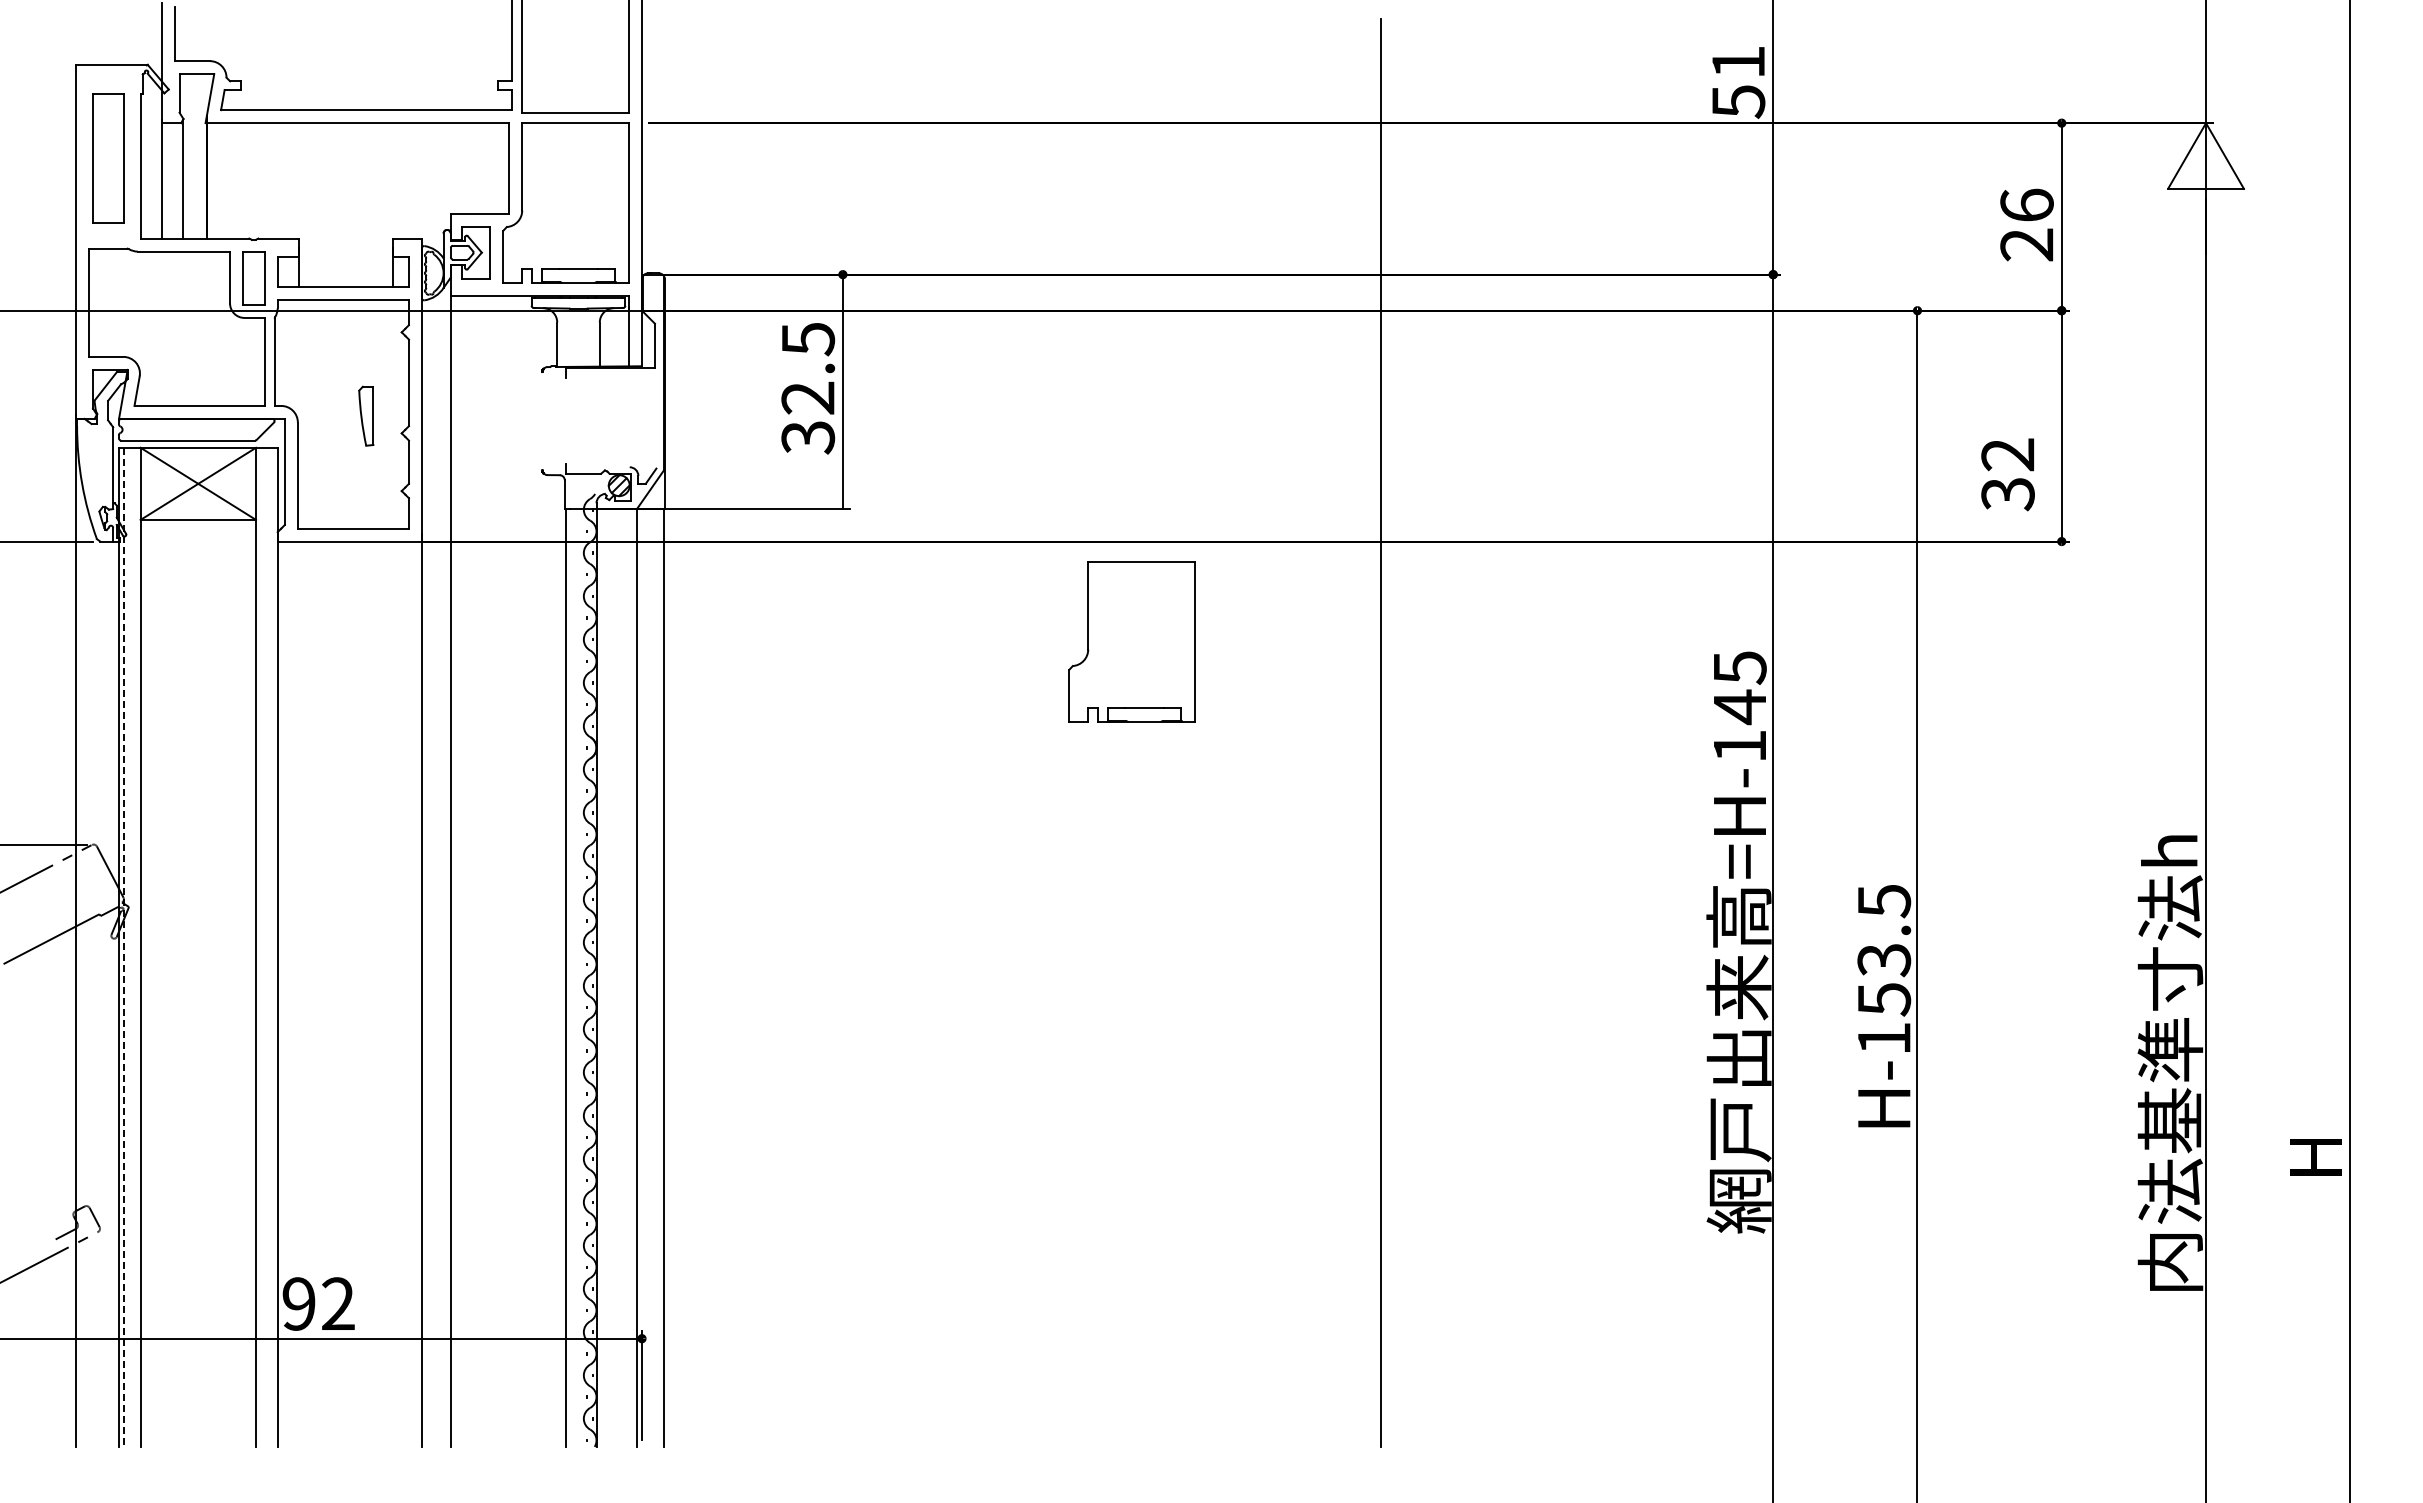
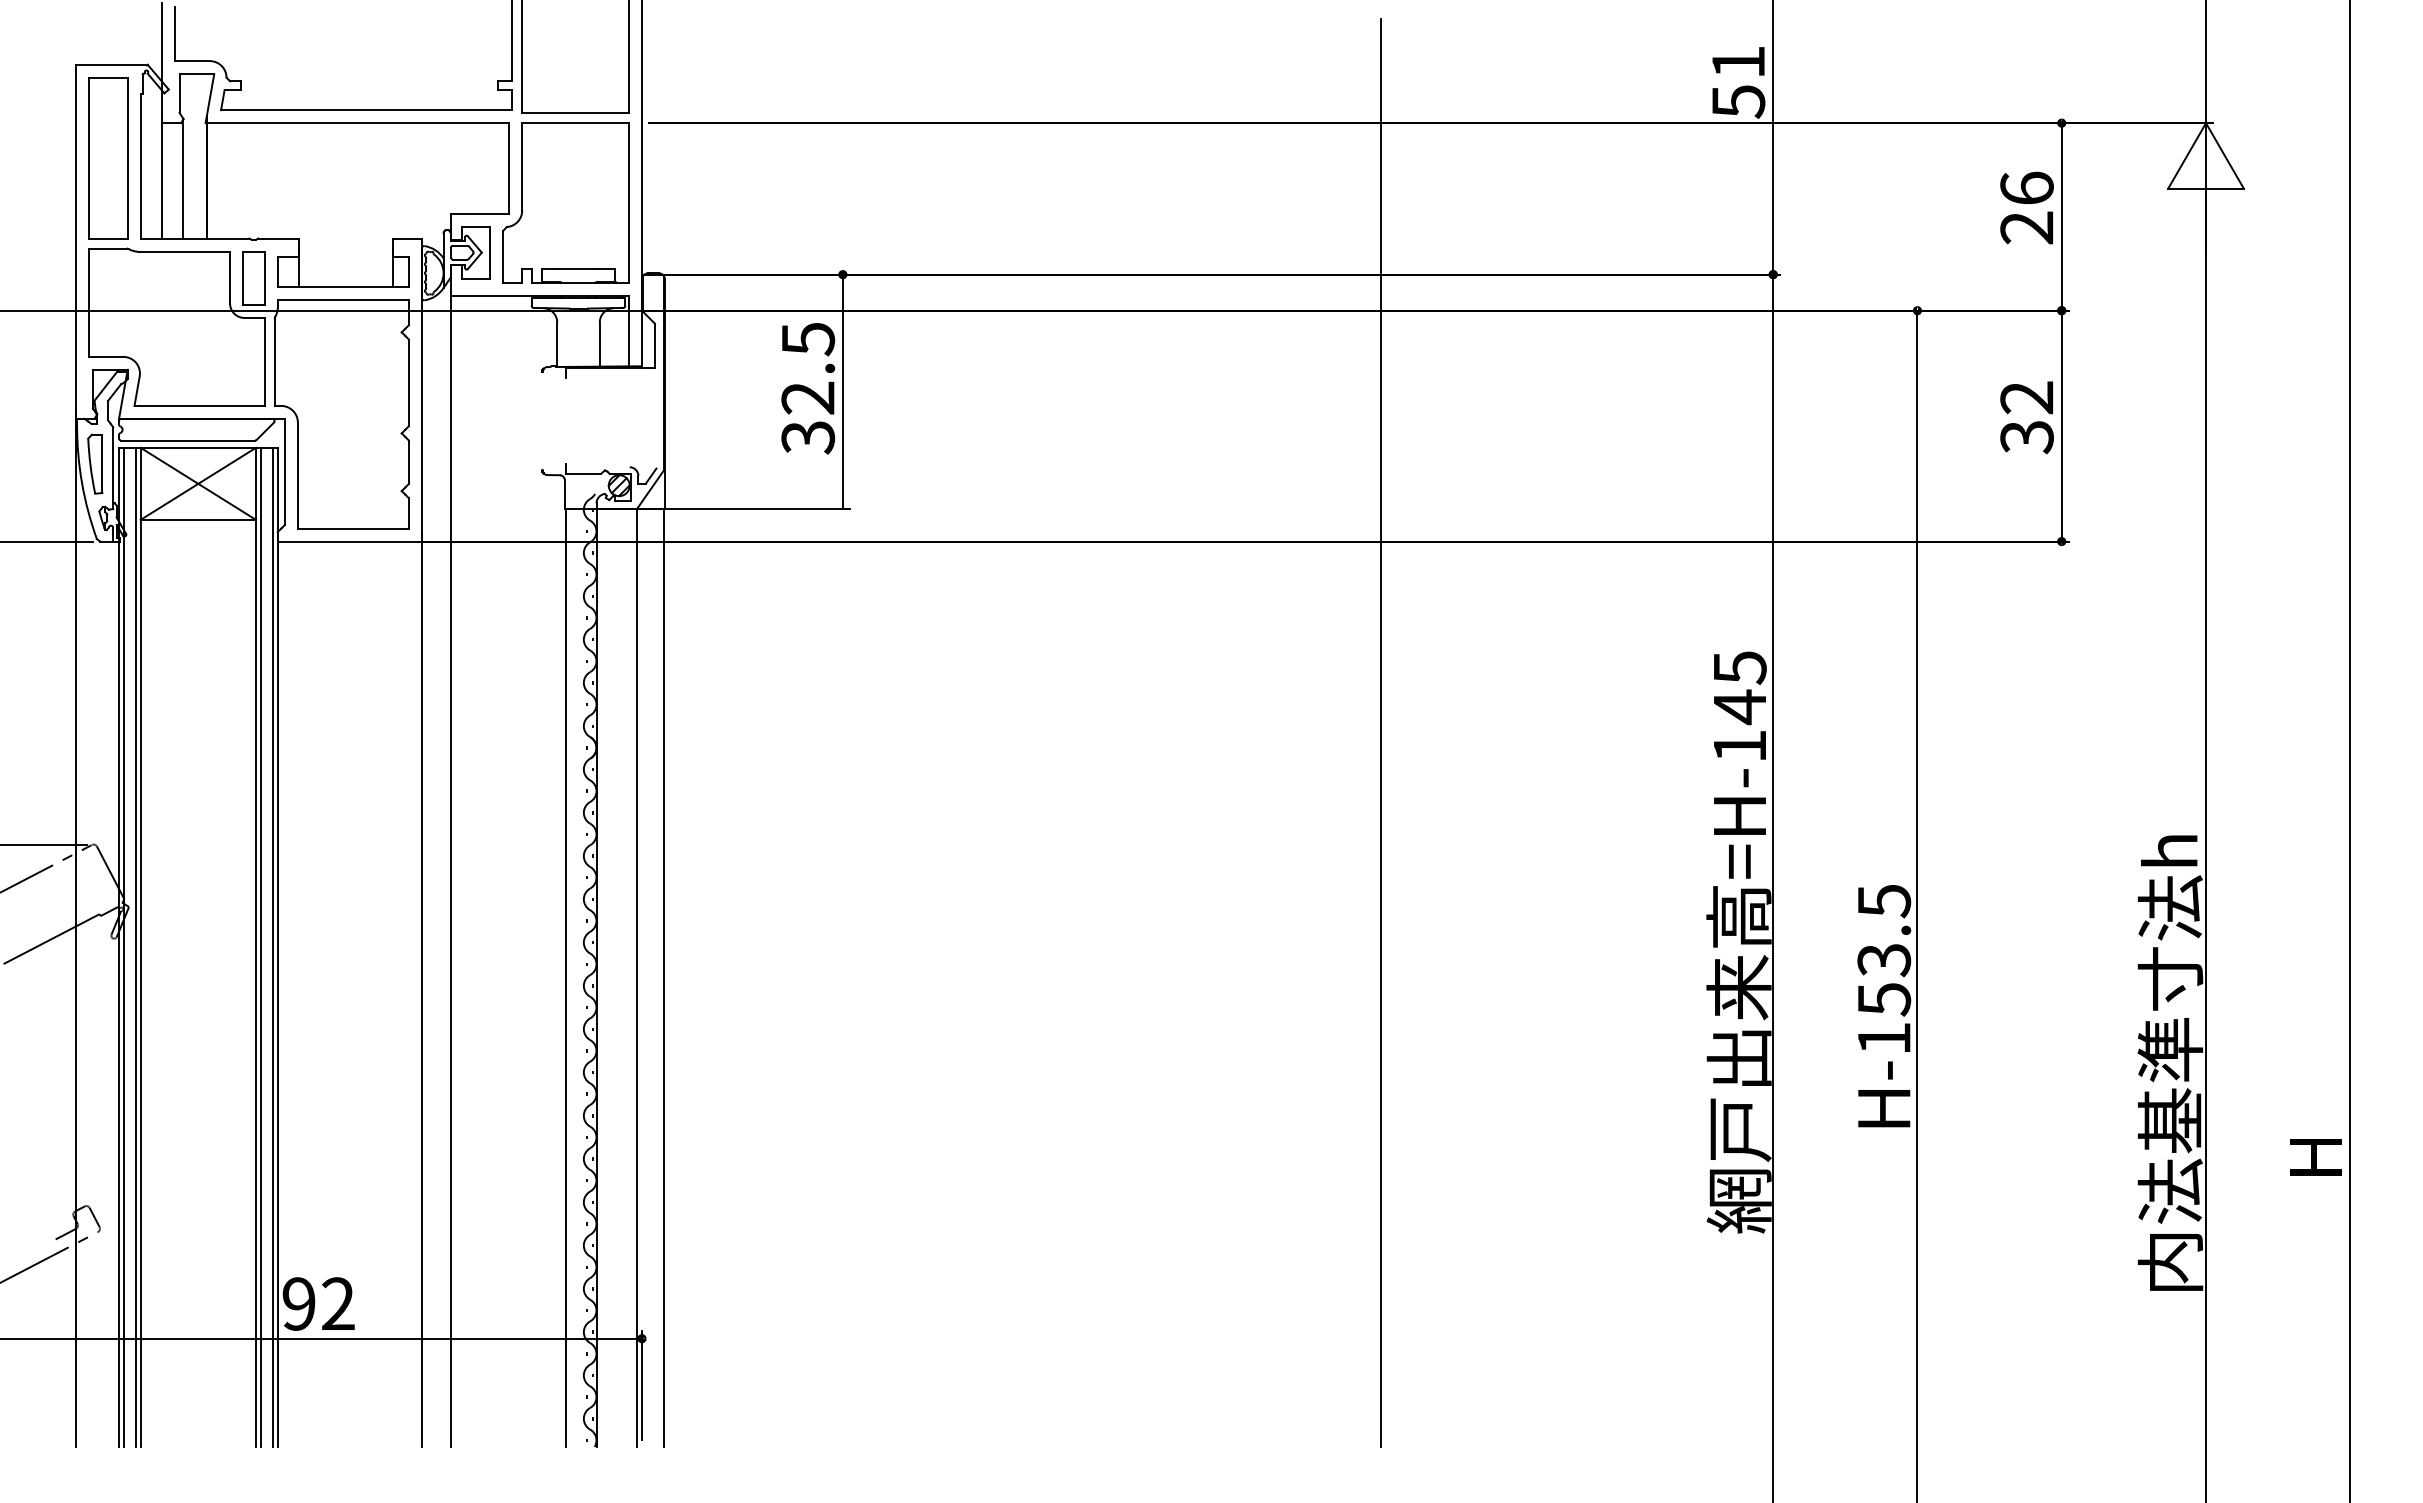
part at (108, 158) size: 33x131 px -> 41x163 px
text at (2026, 224) position: (2026, 224) -> (2026, 207)
part at (366, 415) position: (366, 415) -> (95, 463)
text at (2007, 474) position: (2007, 474) -> (2026, 417)
part at (1131, 641): present -> none
line at (135, 946): none -> present
line at (261, 946): none -> present
line at (272, 946): none -> present
line at (124, 947): dashed -> solid
